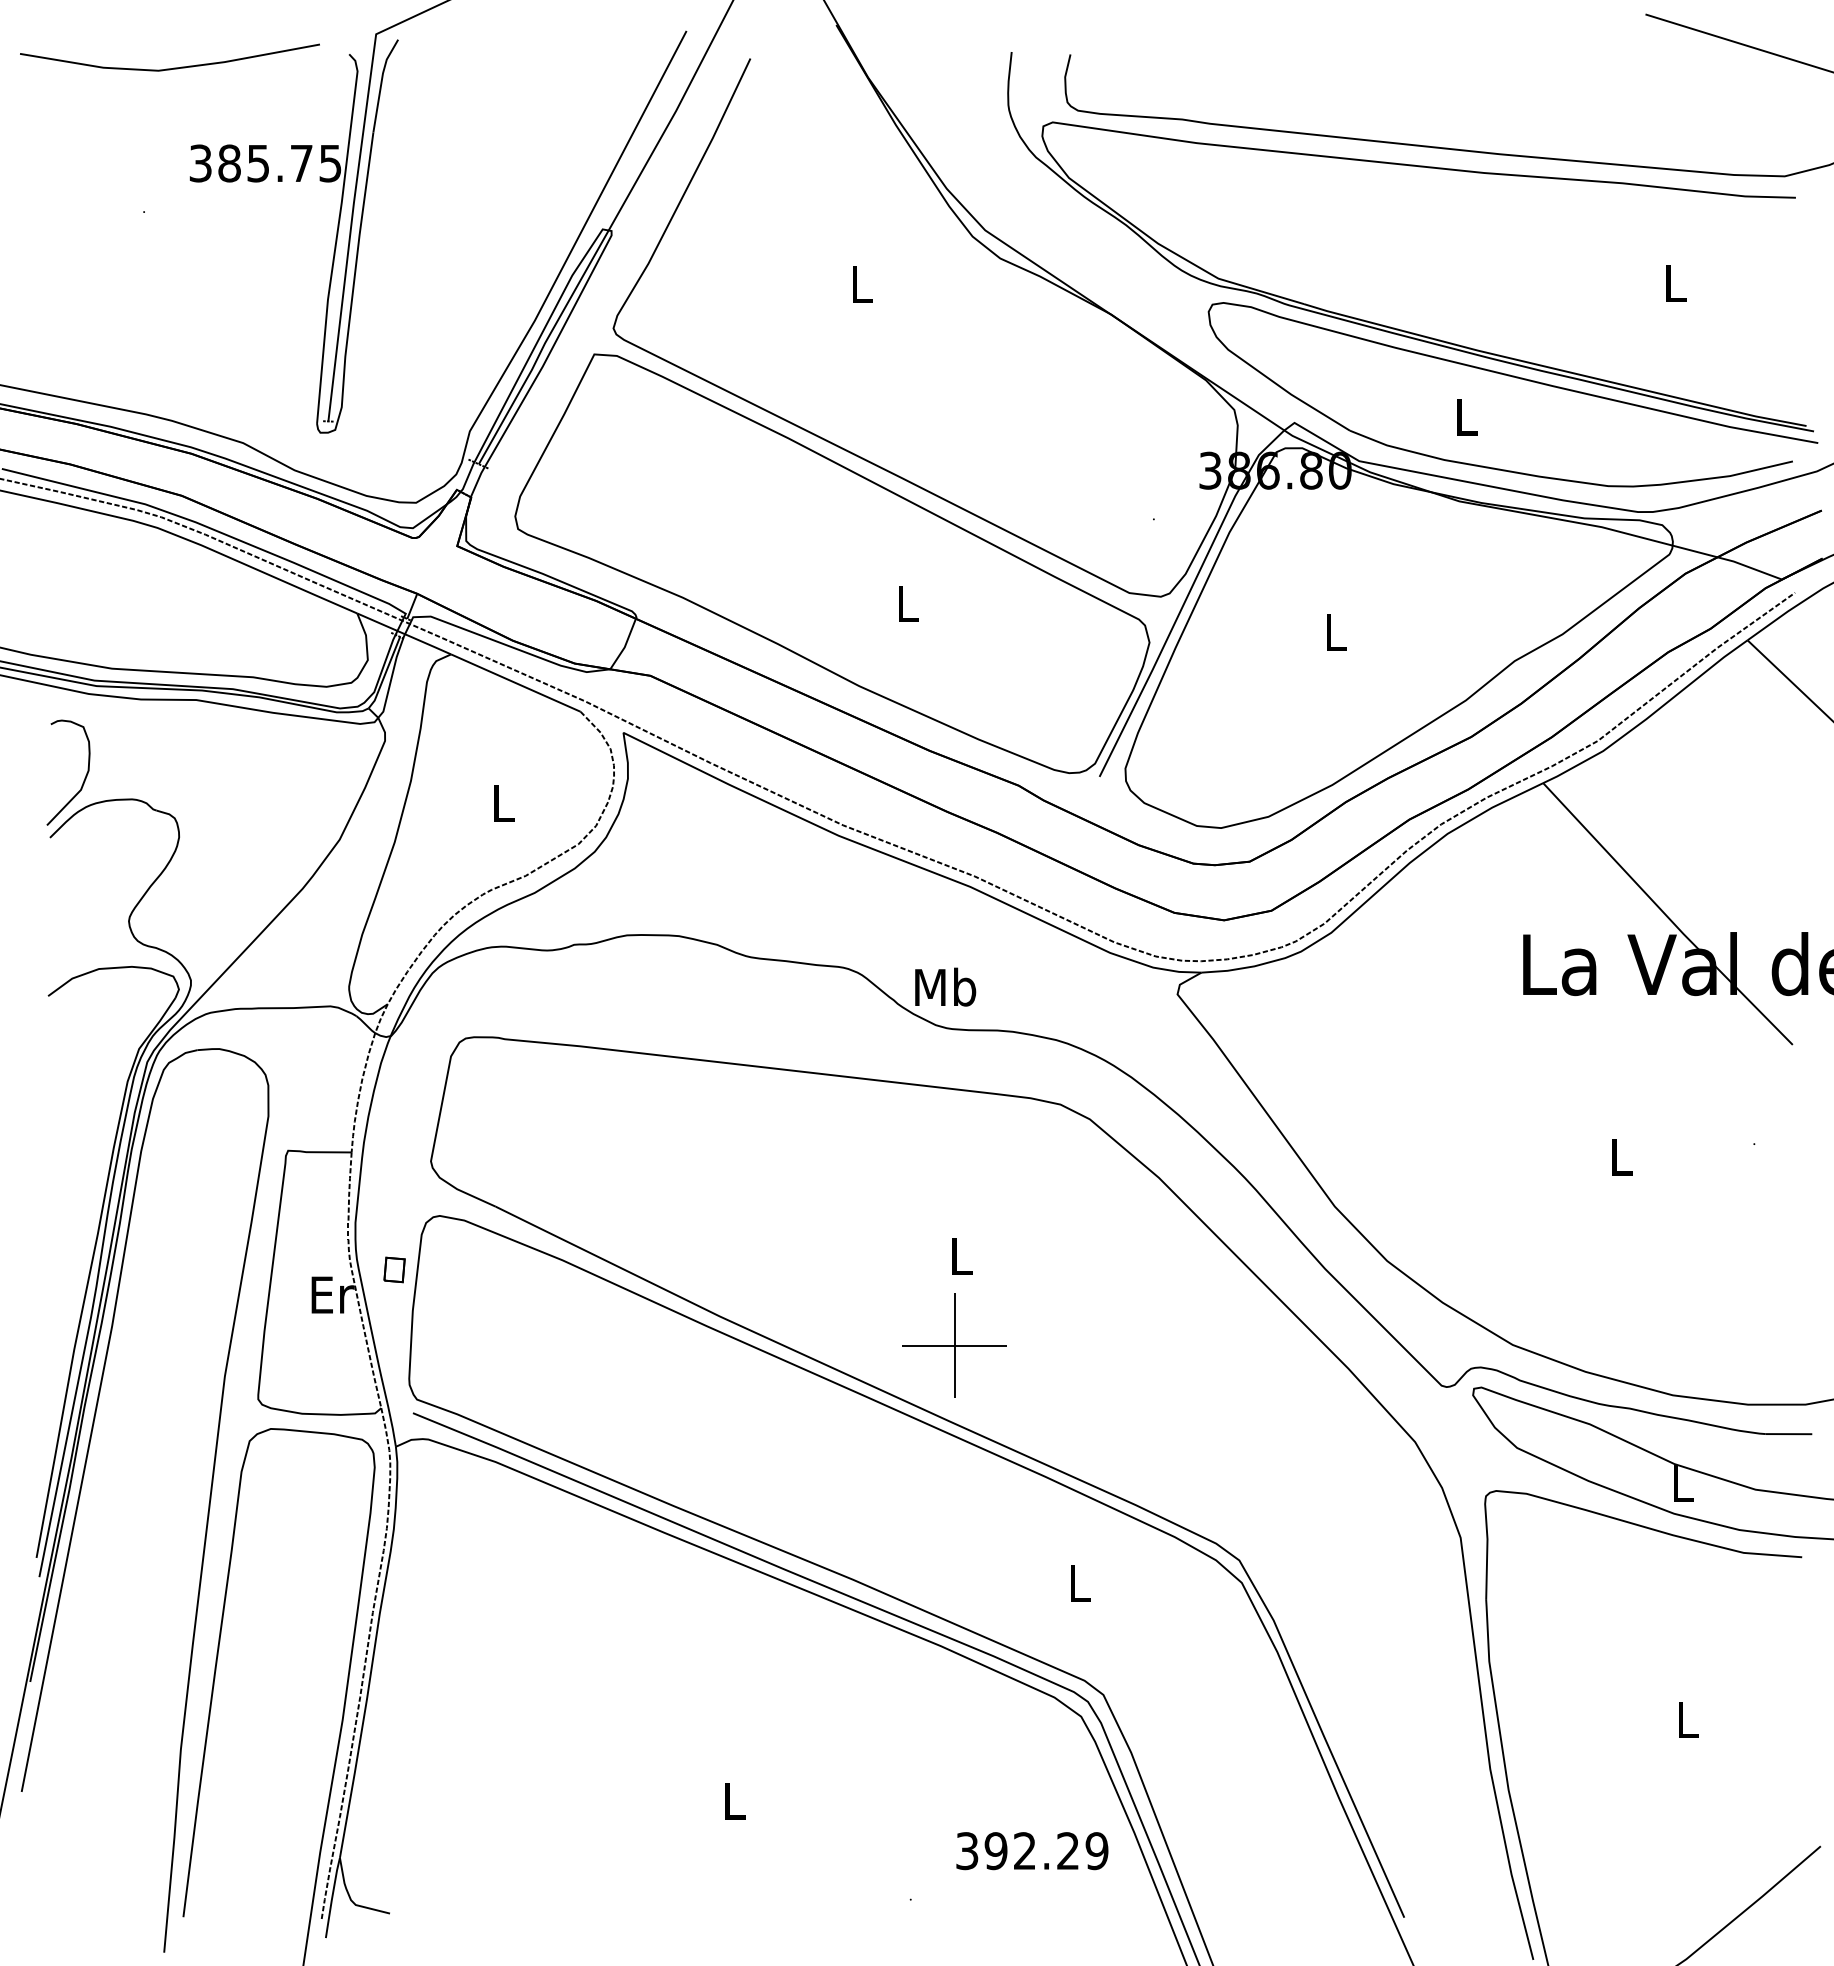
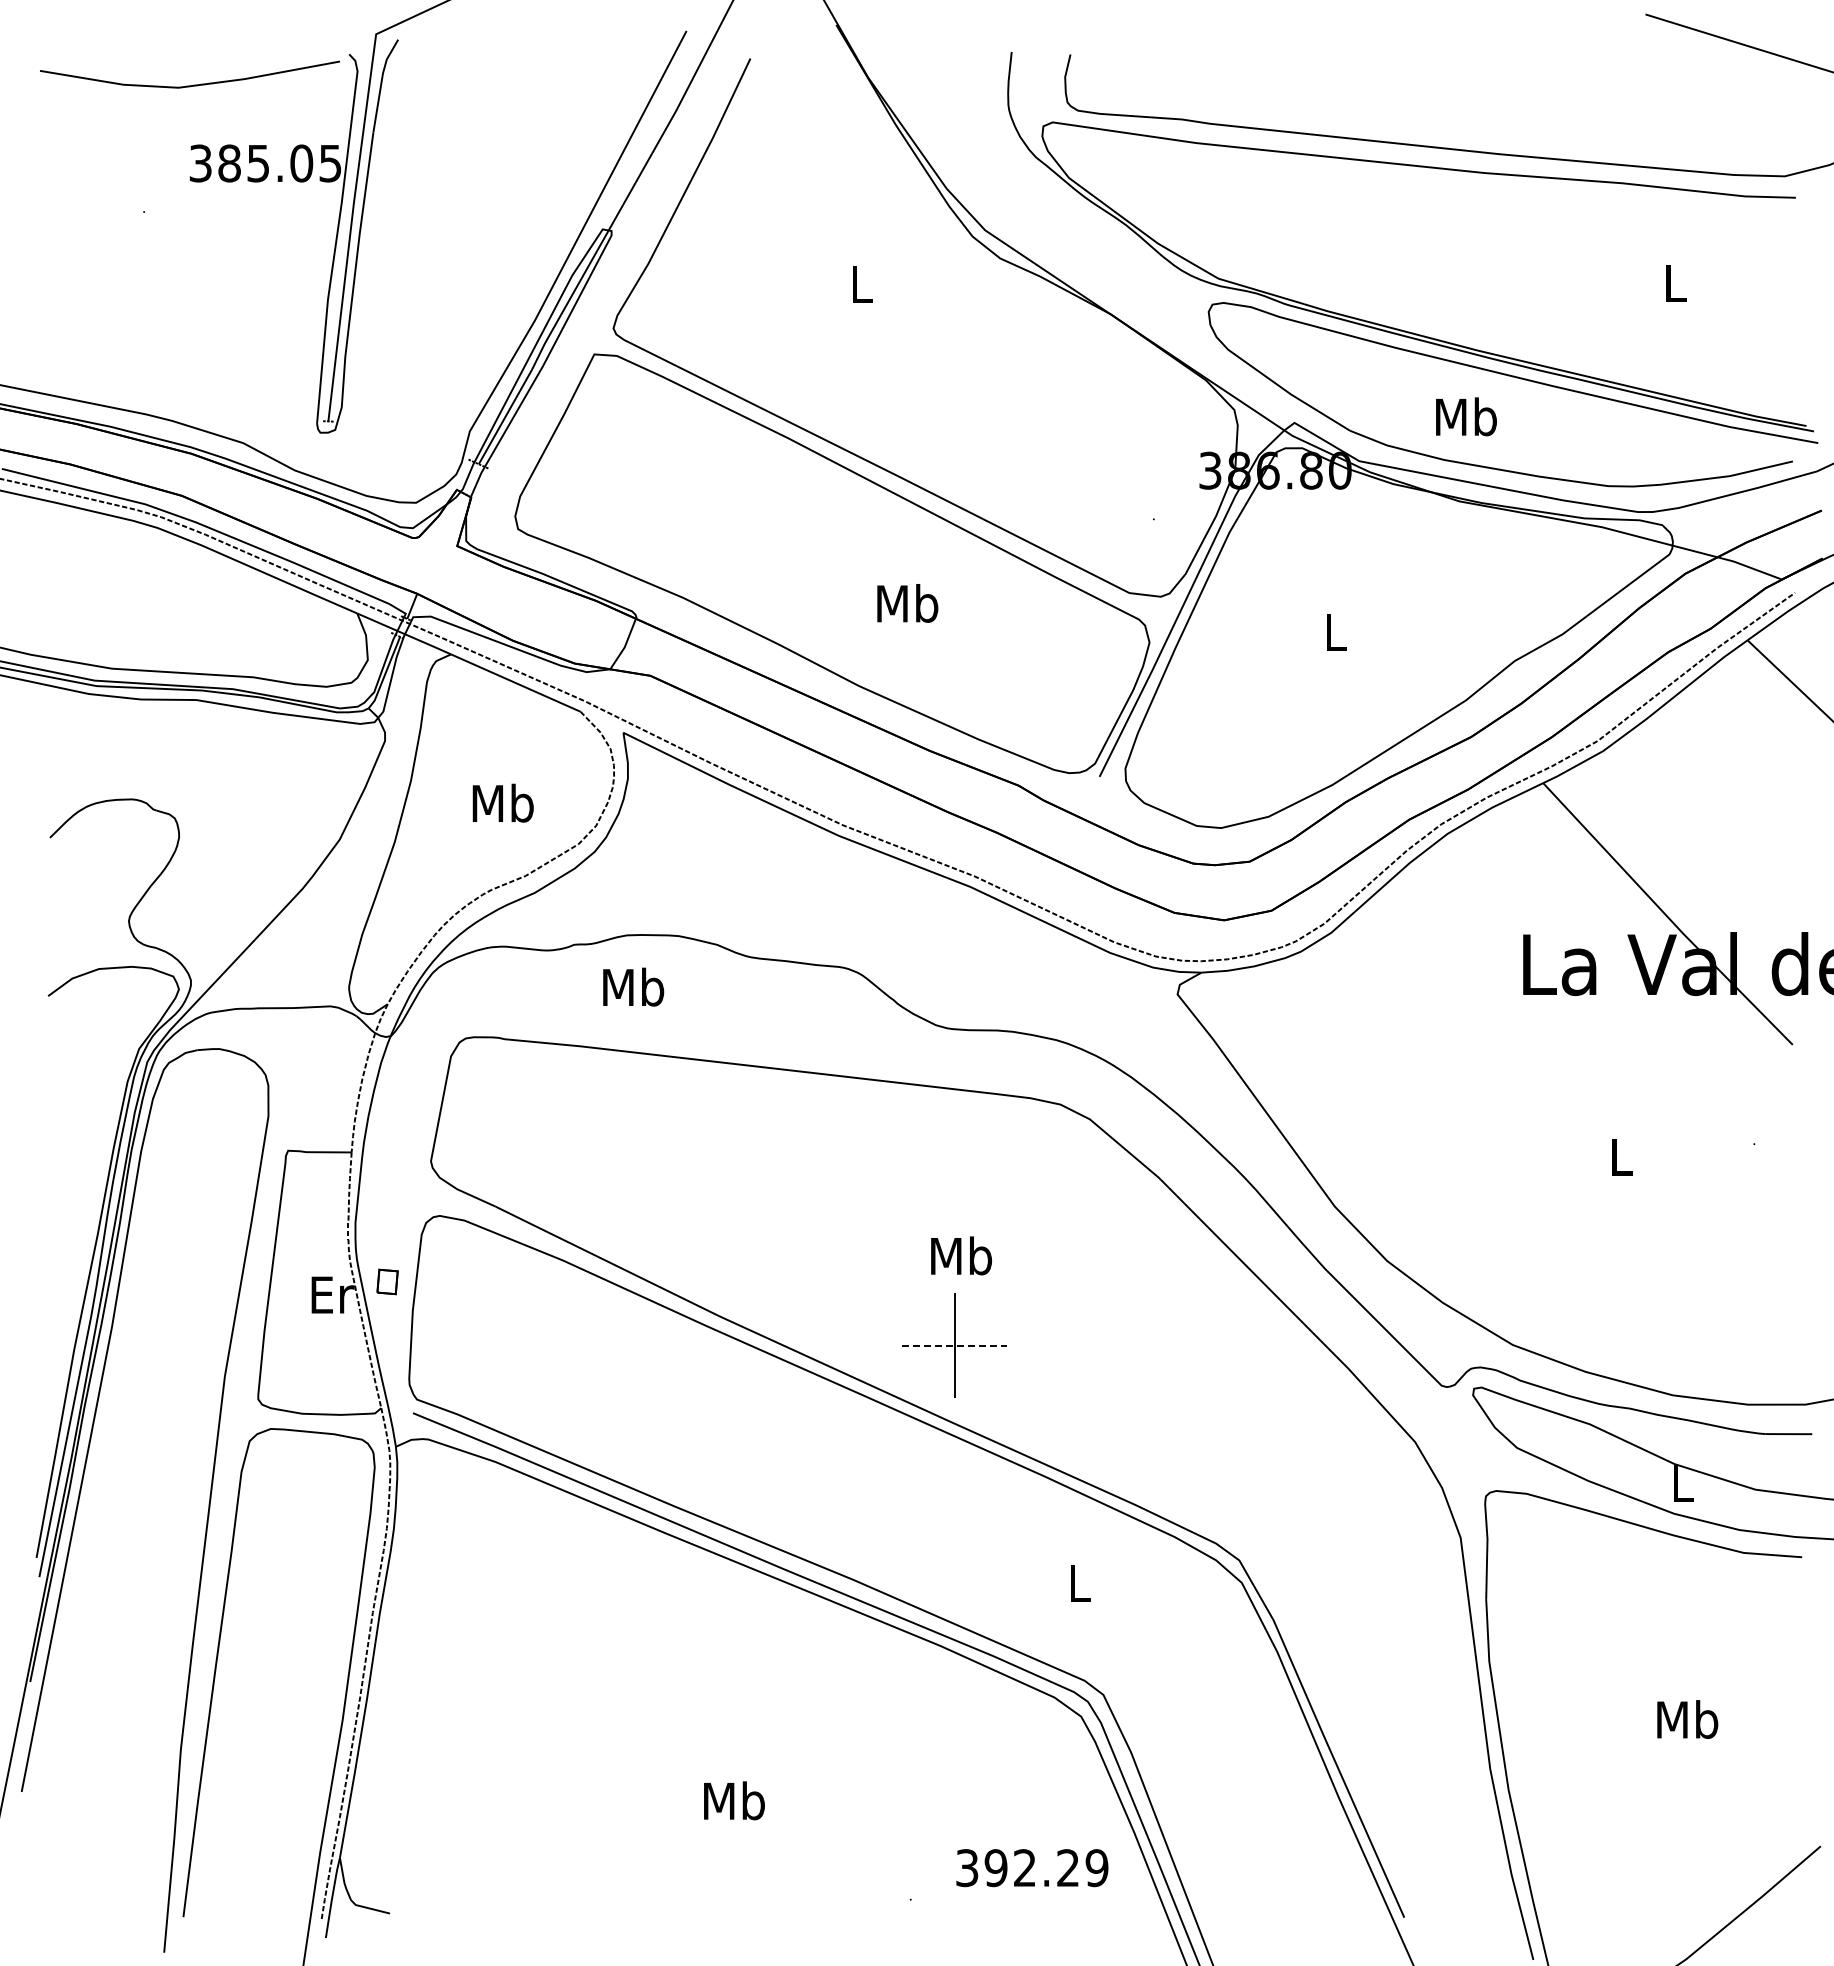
line at (173, 67) position: (173, 67) -> (193, 84)
text at (301, 163): 385.75 -> 385.05
text at (1466, 416): L -> Mb
text at (907, 603): L -> Mb
curve at (83, 780): present -> none
text at (502, 802): L -> Mb
text at (945, 986) position: (945, 986) -> (633, 986)
text at (961, 1255): L -> Mb
part at (394, 1269) position: (394, 1269) -> (387, 1281)
line at (954, 1345): solid -> dashed
text at (1687, 1719): L -> Mb
text at (734, 1800): L -> Mb
text at (1032, 1851) position: (1032, 1851) -> (1032, 1868)
